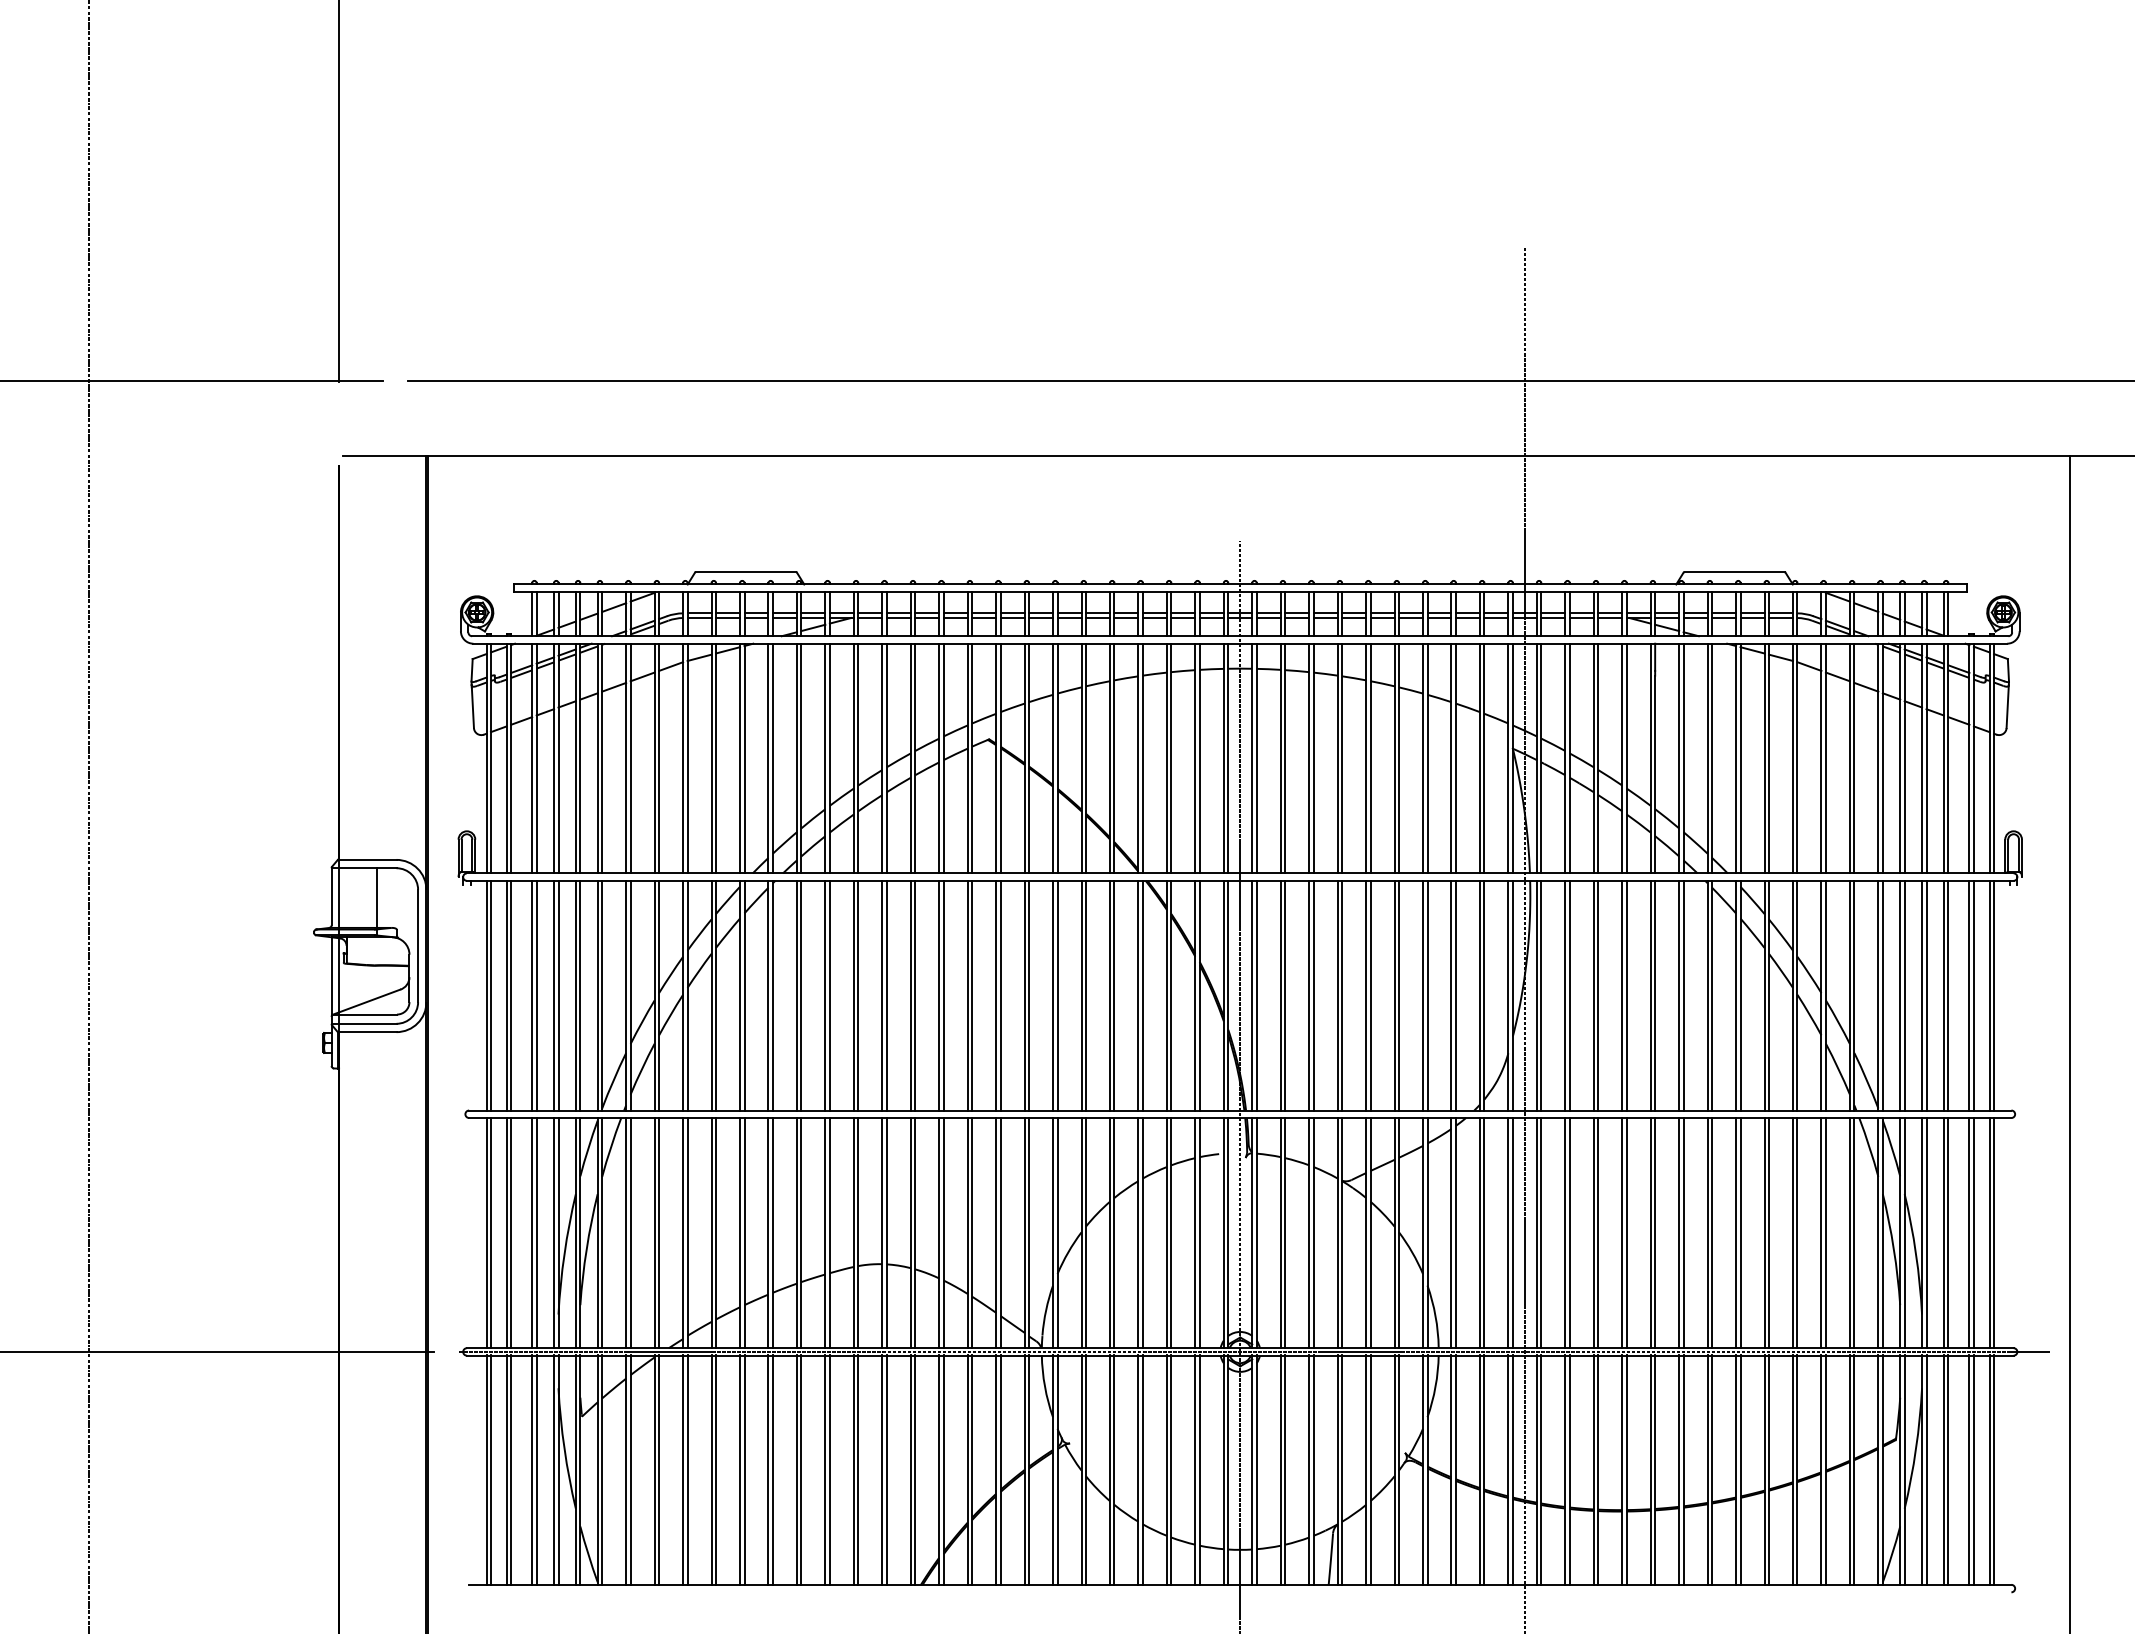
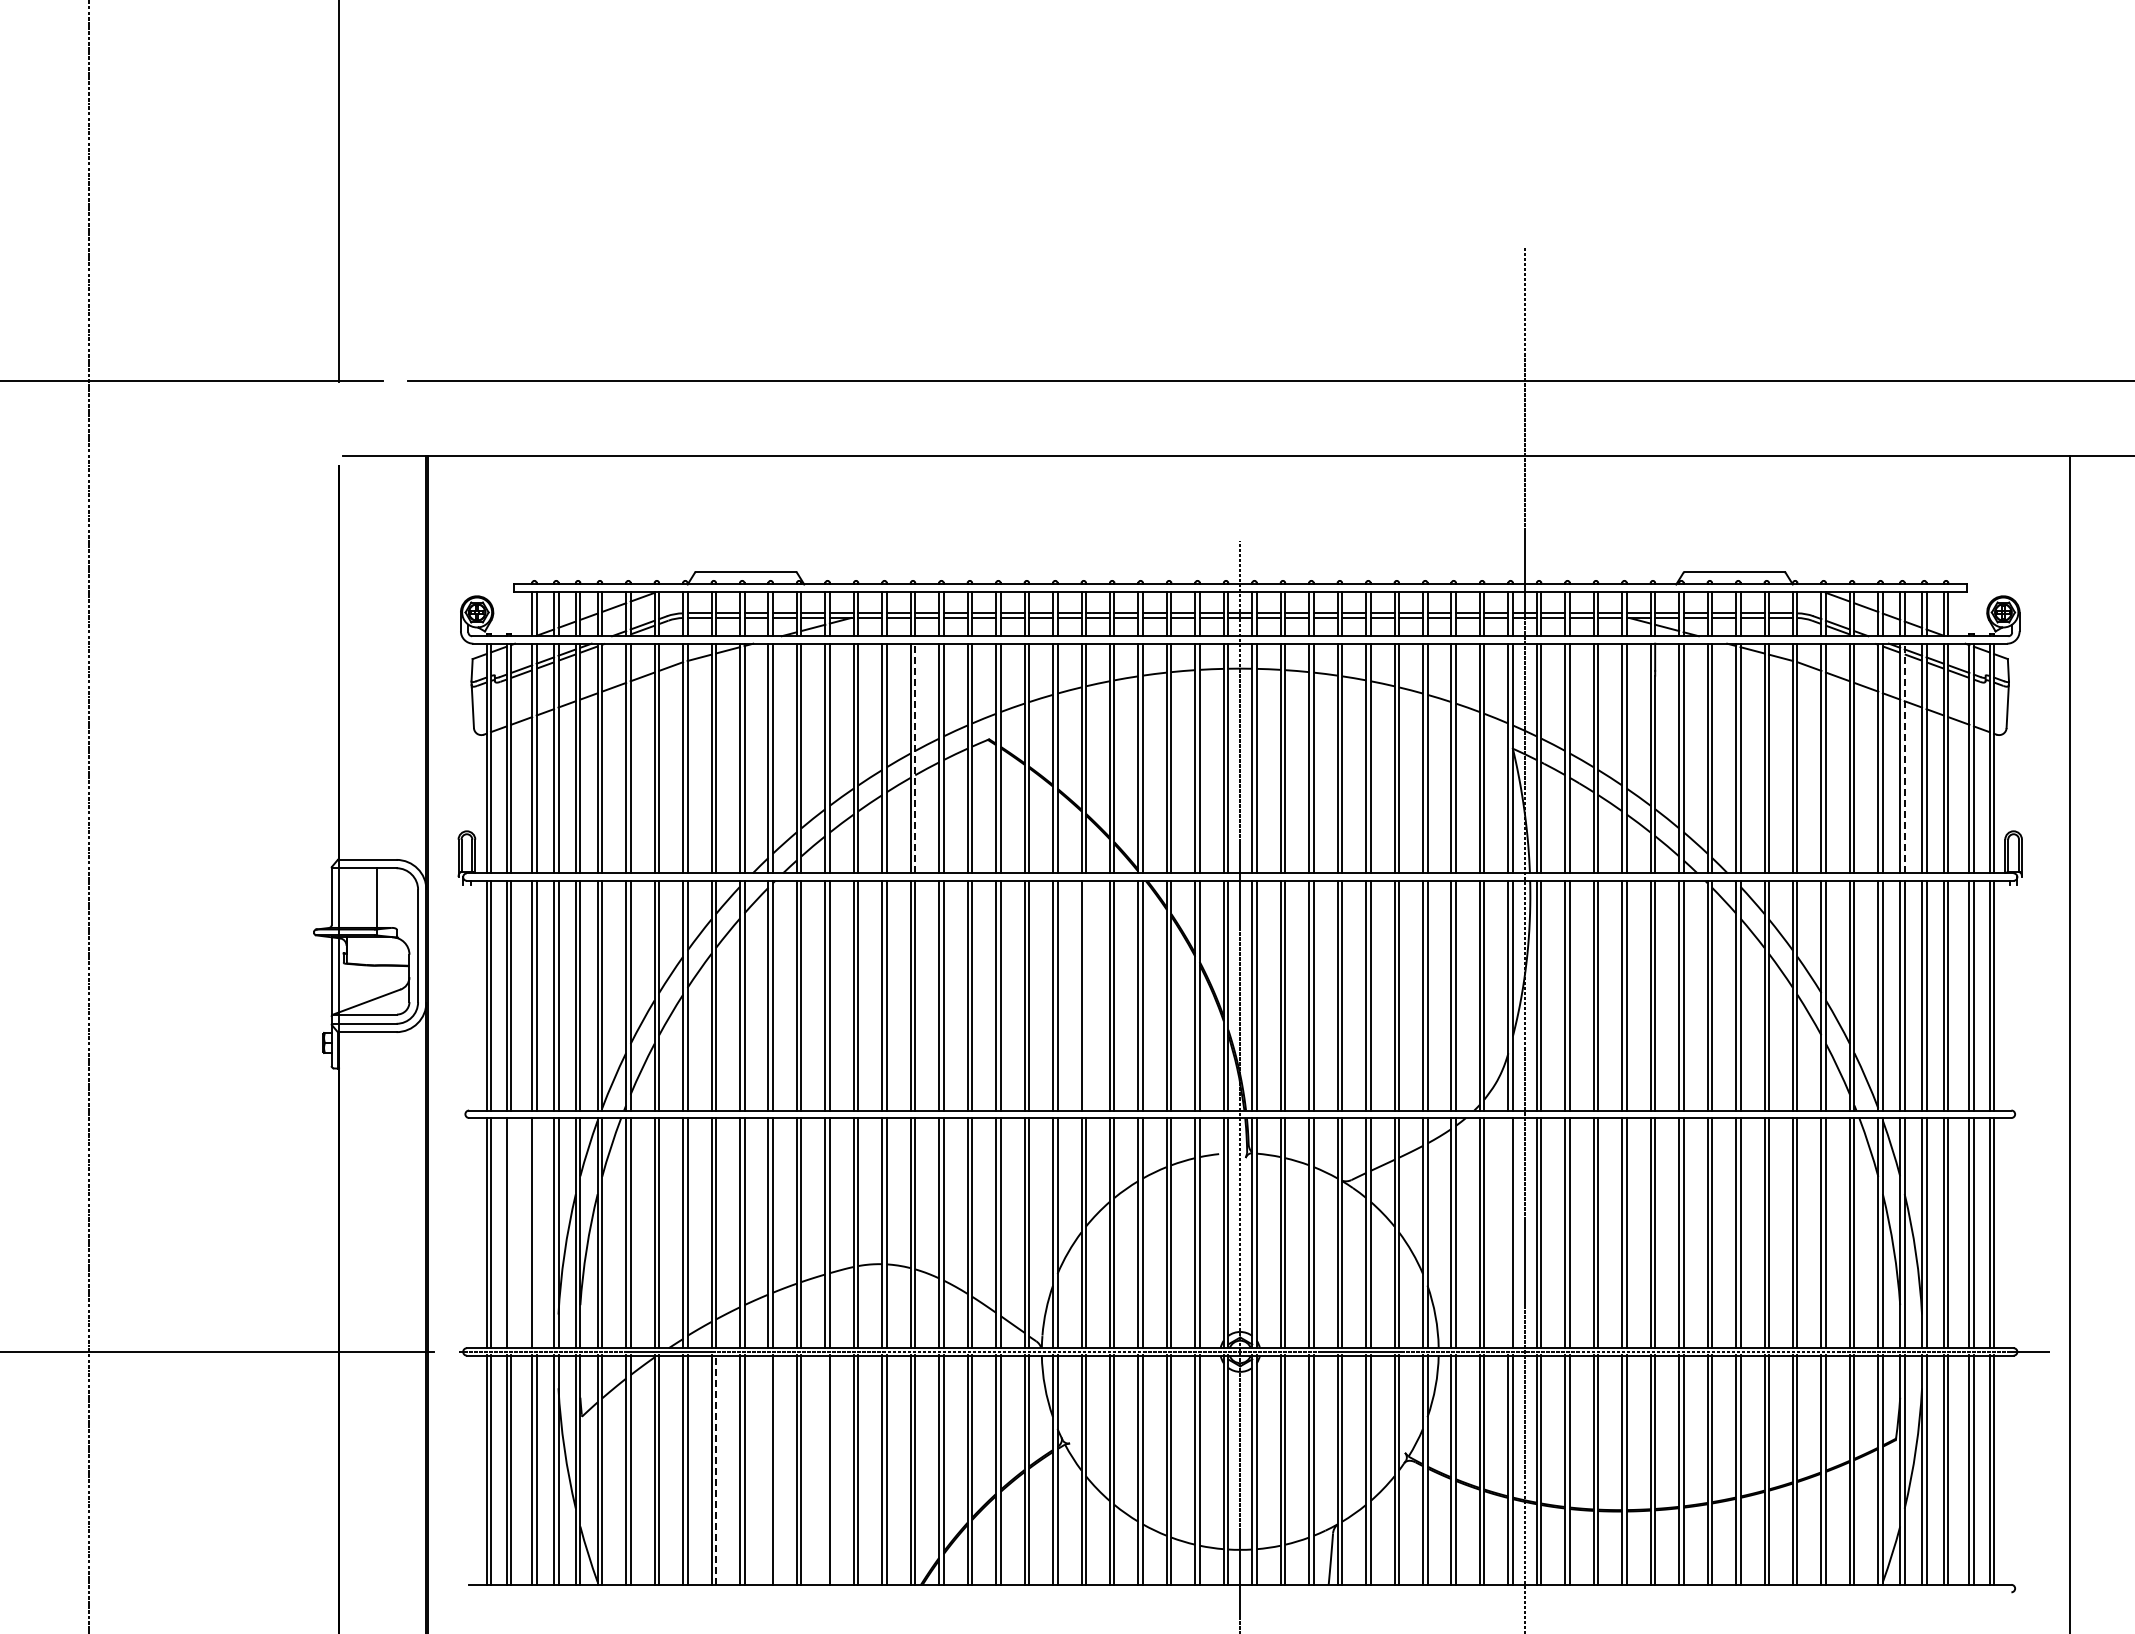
line at (915, 758): solid -> dashed
line at (1904, 758): solid -> dashed
line at (1086, 995): present -> none
line at (511, 1232): present -> none
line at (536, 1232): present -> none
line at (1508, 1232): present -> none
line at (768, 1469): present -> none
line at (825, 1469): present -> none
line at (716, 1470): solid -> dashed
